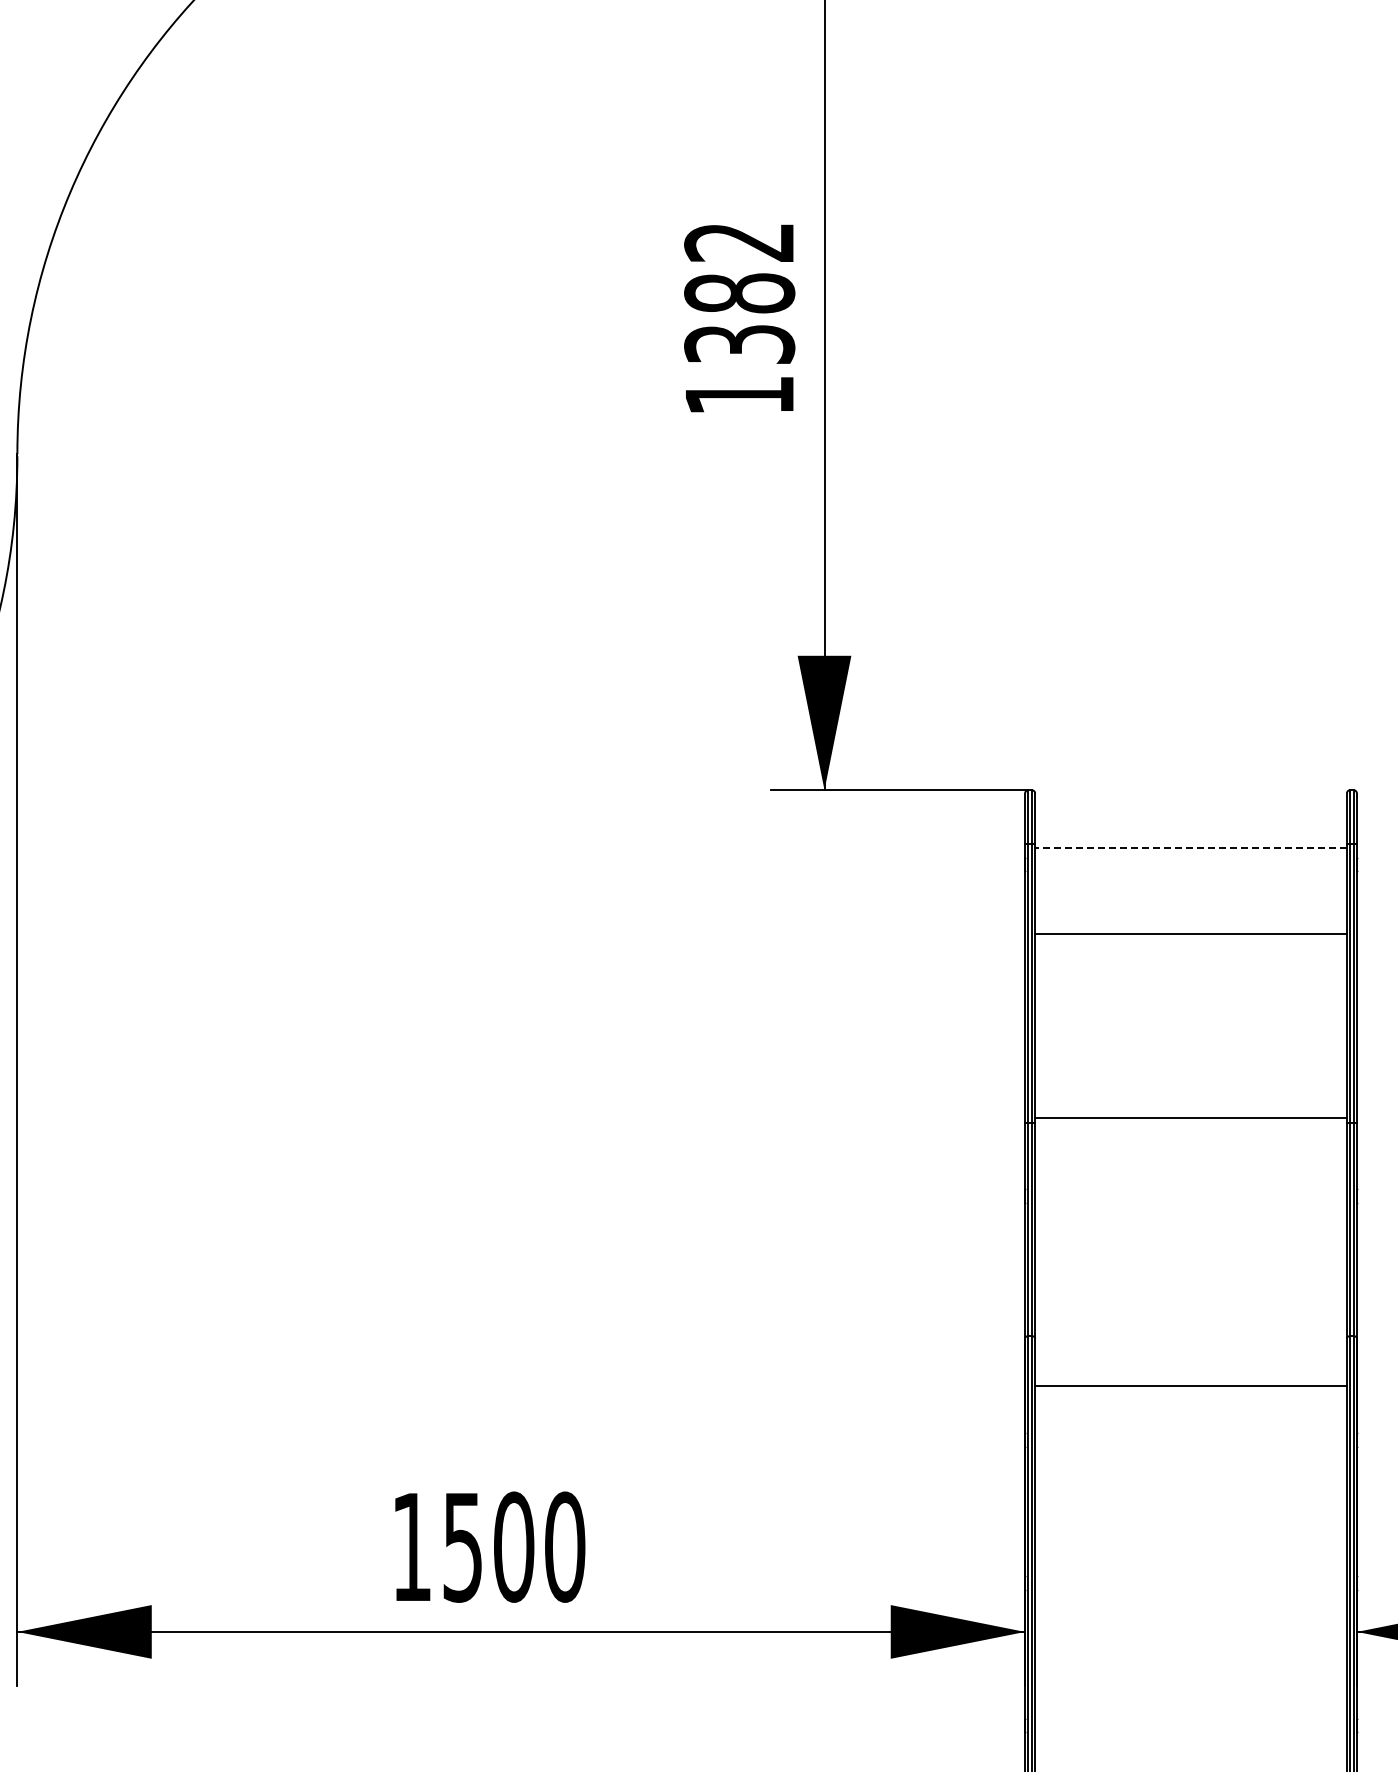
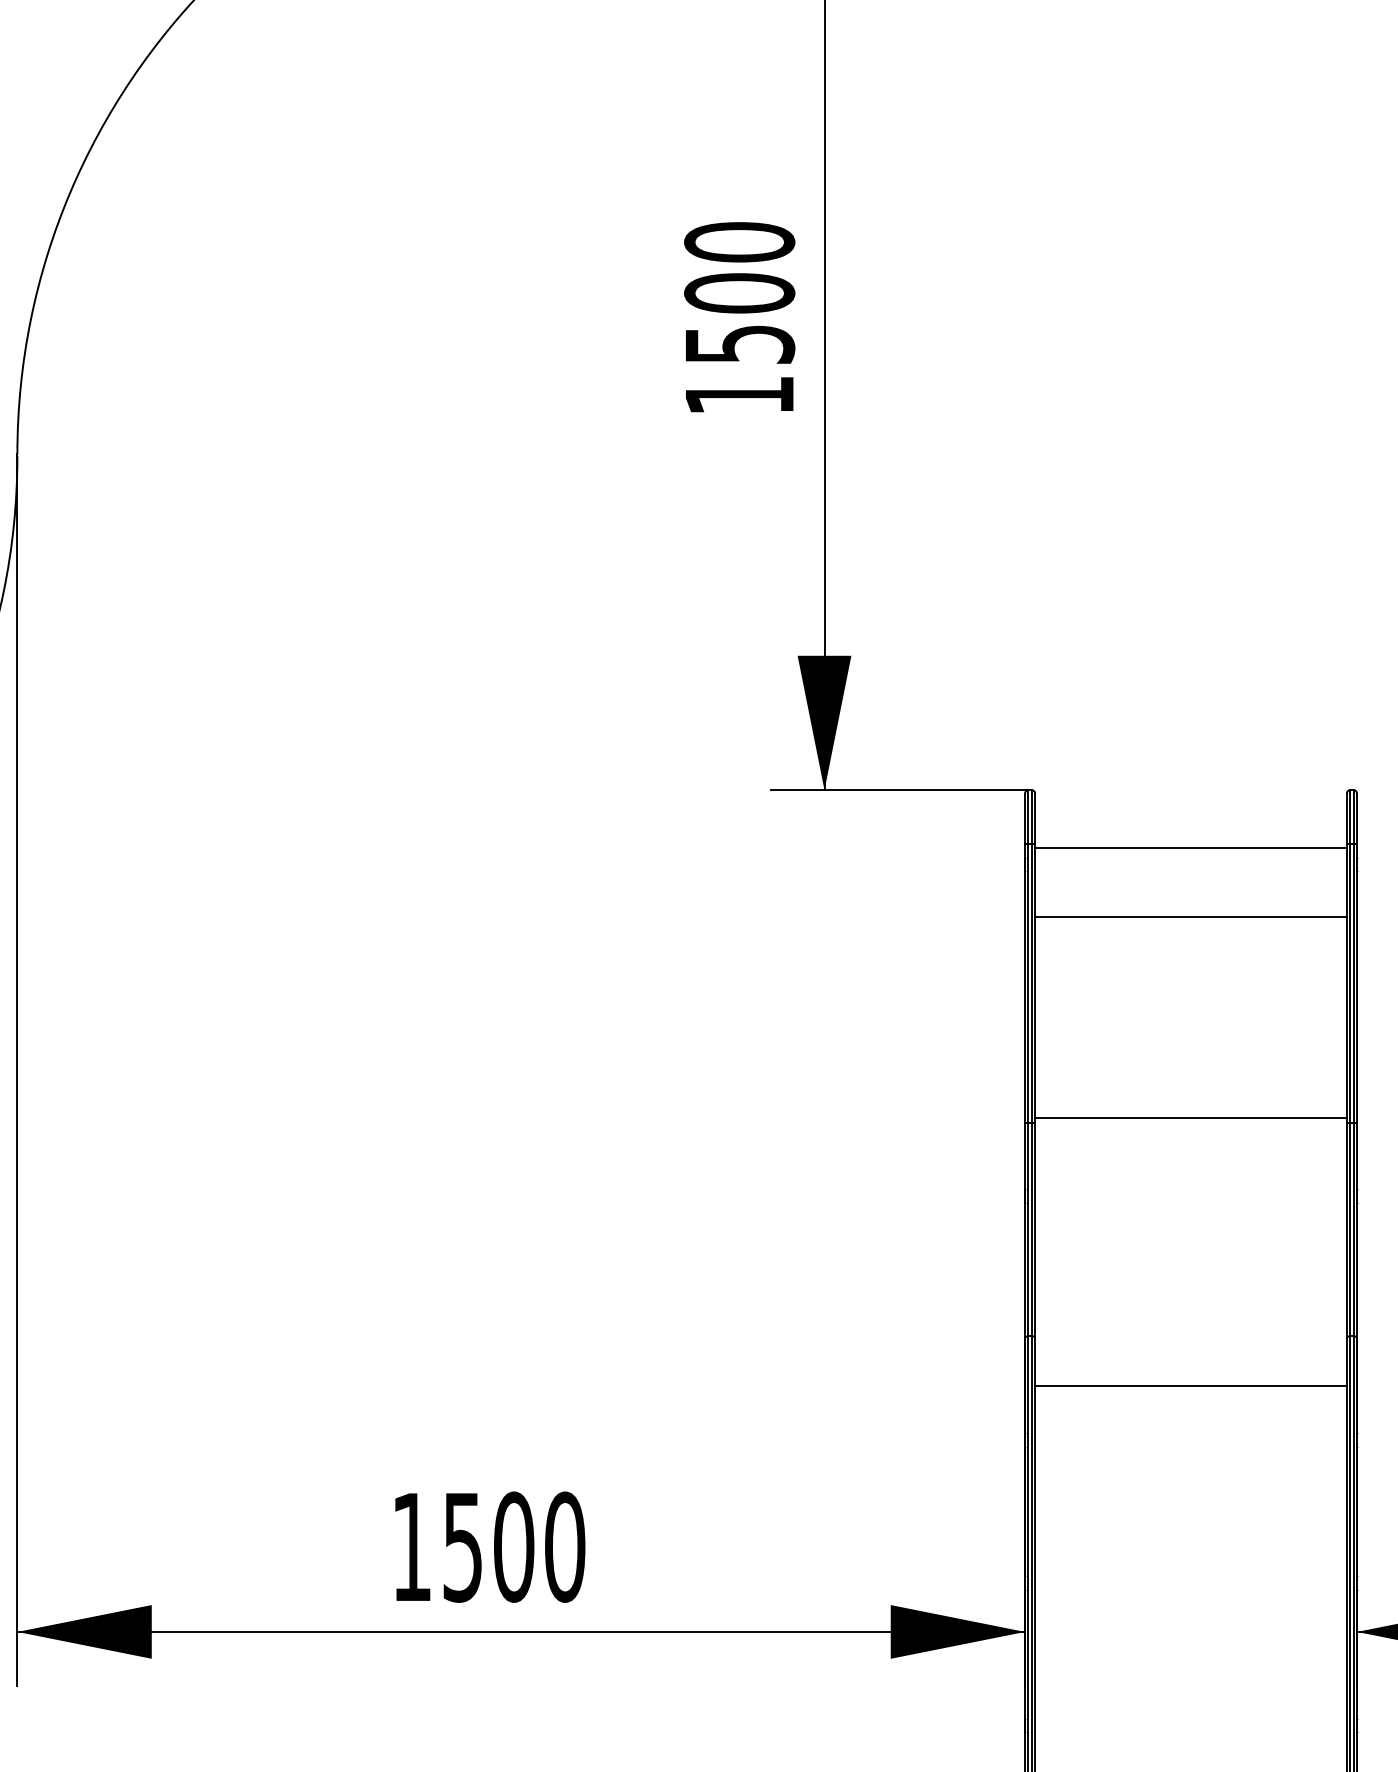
text at (739, 292): 1382 -> 1500
line at (1191, 848): dashed -> solid
line at (1190, 933) position: (1190, 933) -> (1190, 916)
